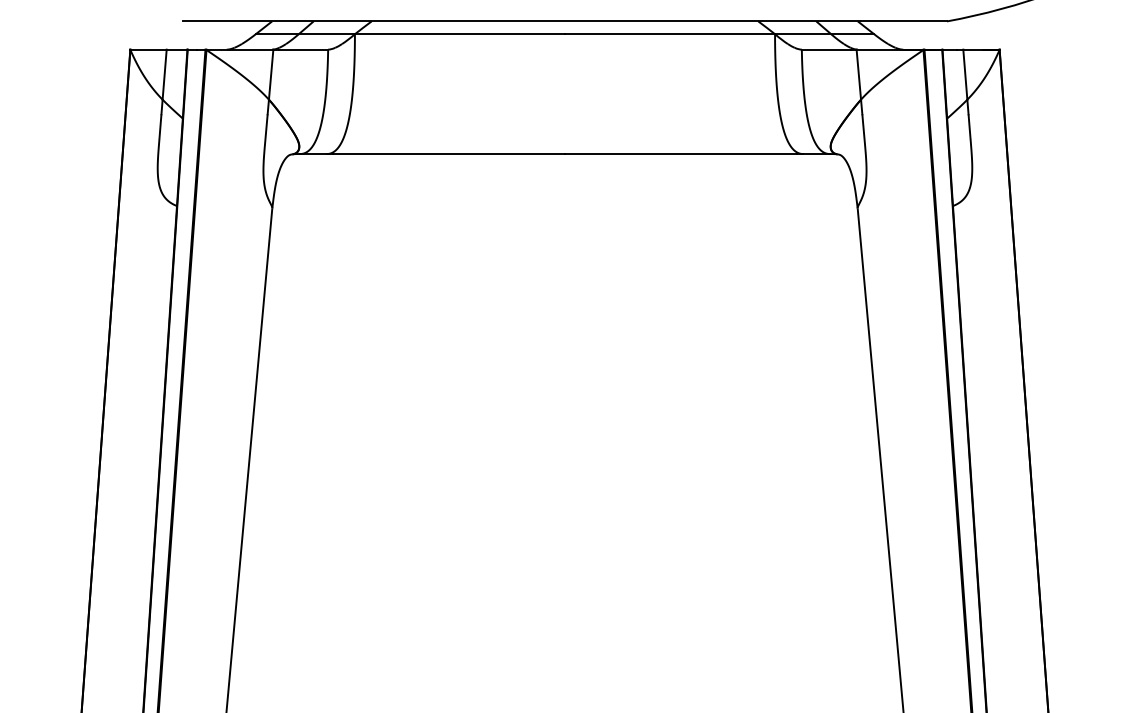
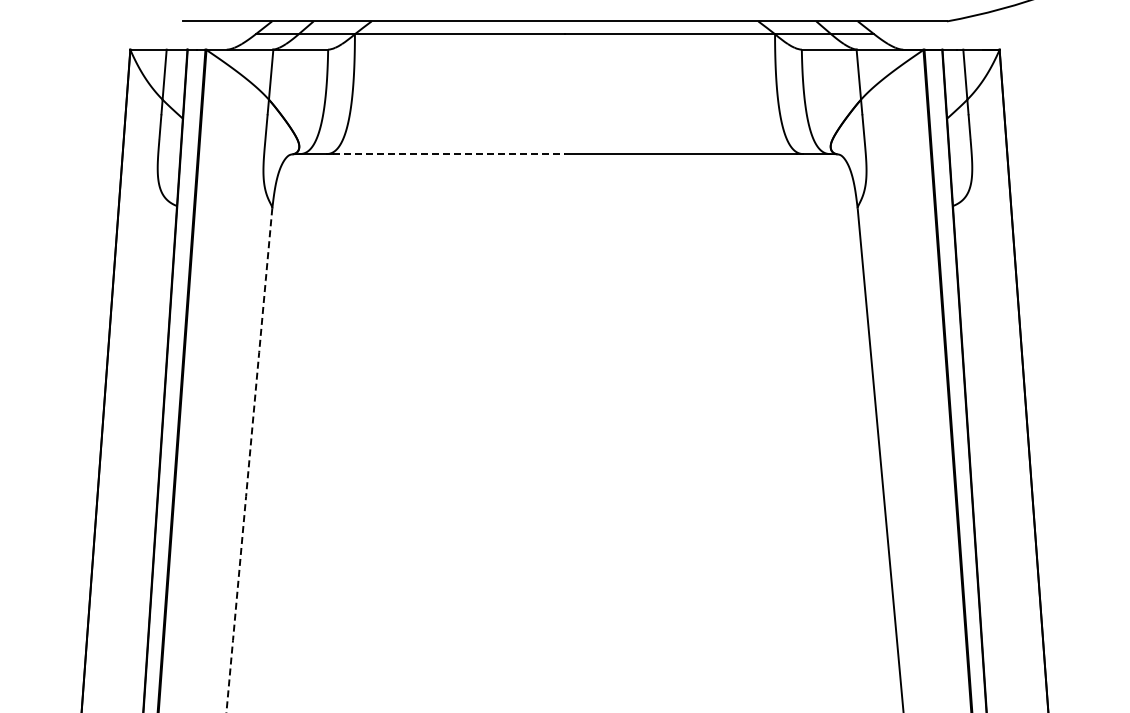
line at (449, 154): solid -> dashed
arc at (249, 460): solid -> dashed
